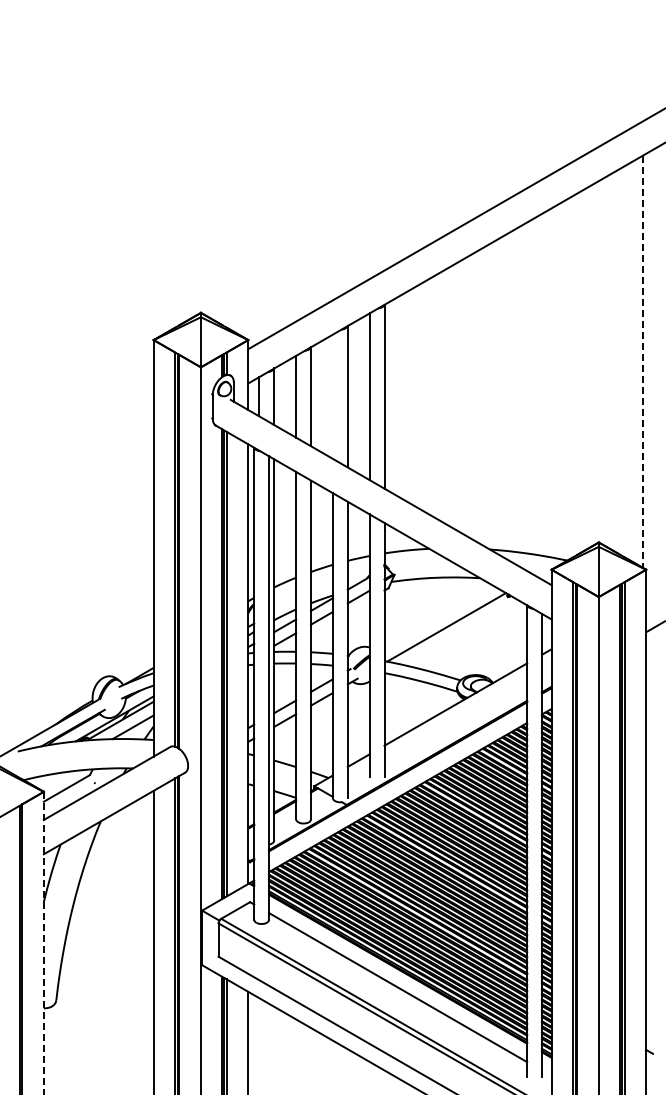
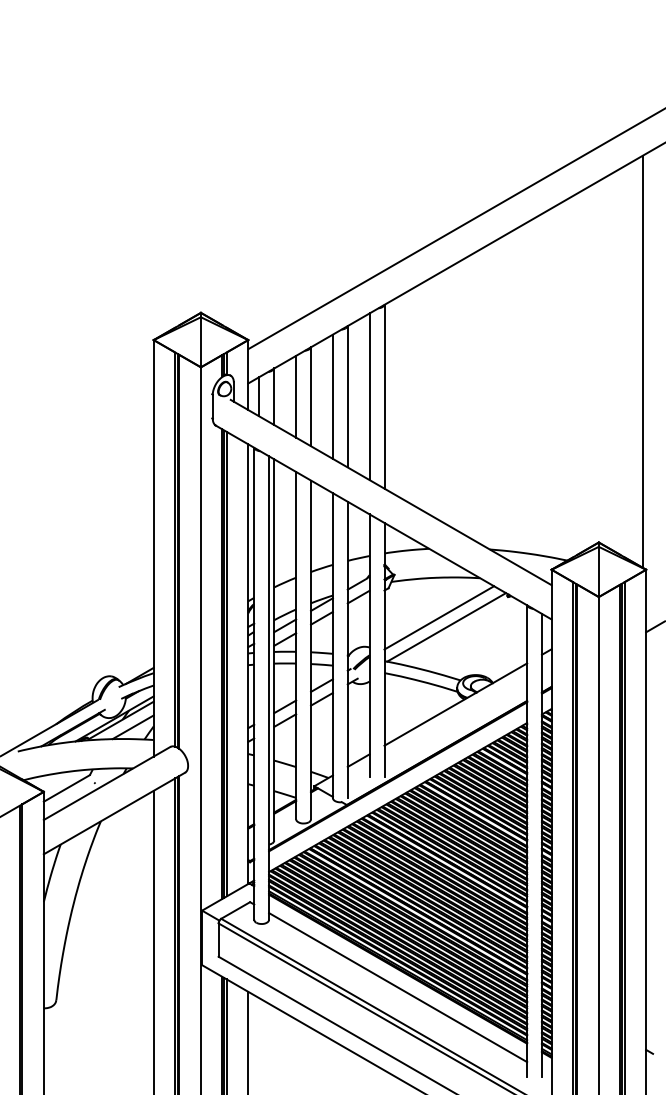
line at (642, 361): dashed -> solid
line at (332, 396): none -> present
line at (439, 617): none -> present
line at (43, 943): dashed -> solid
